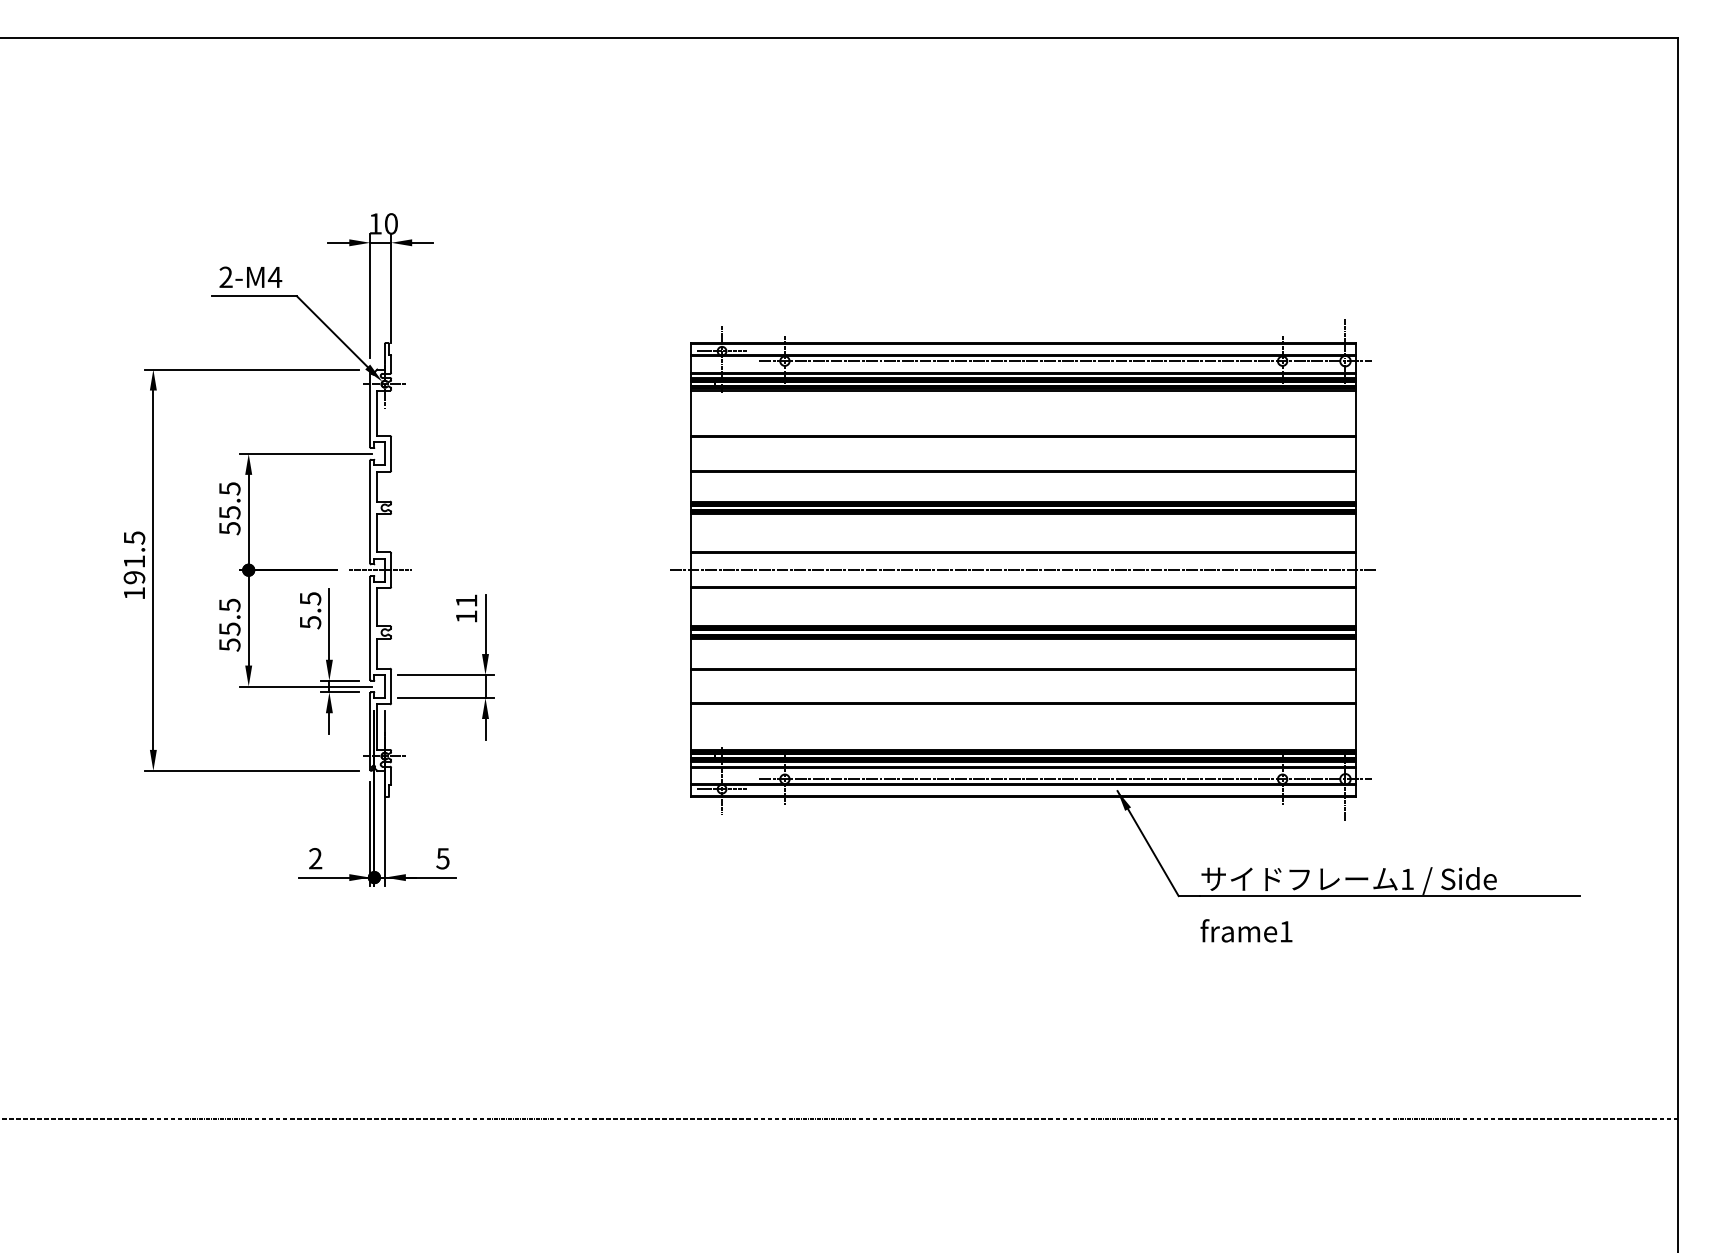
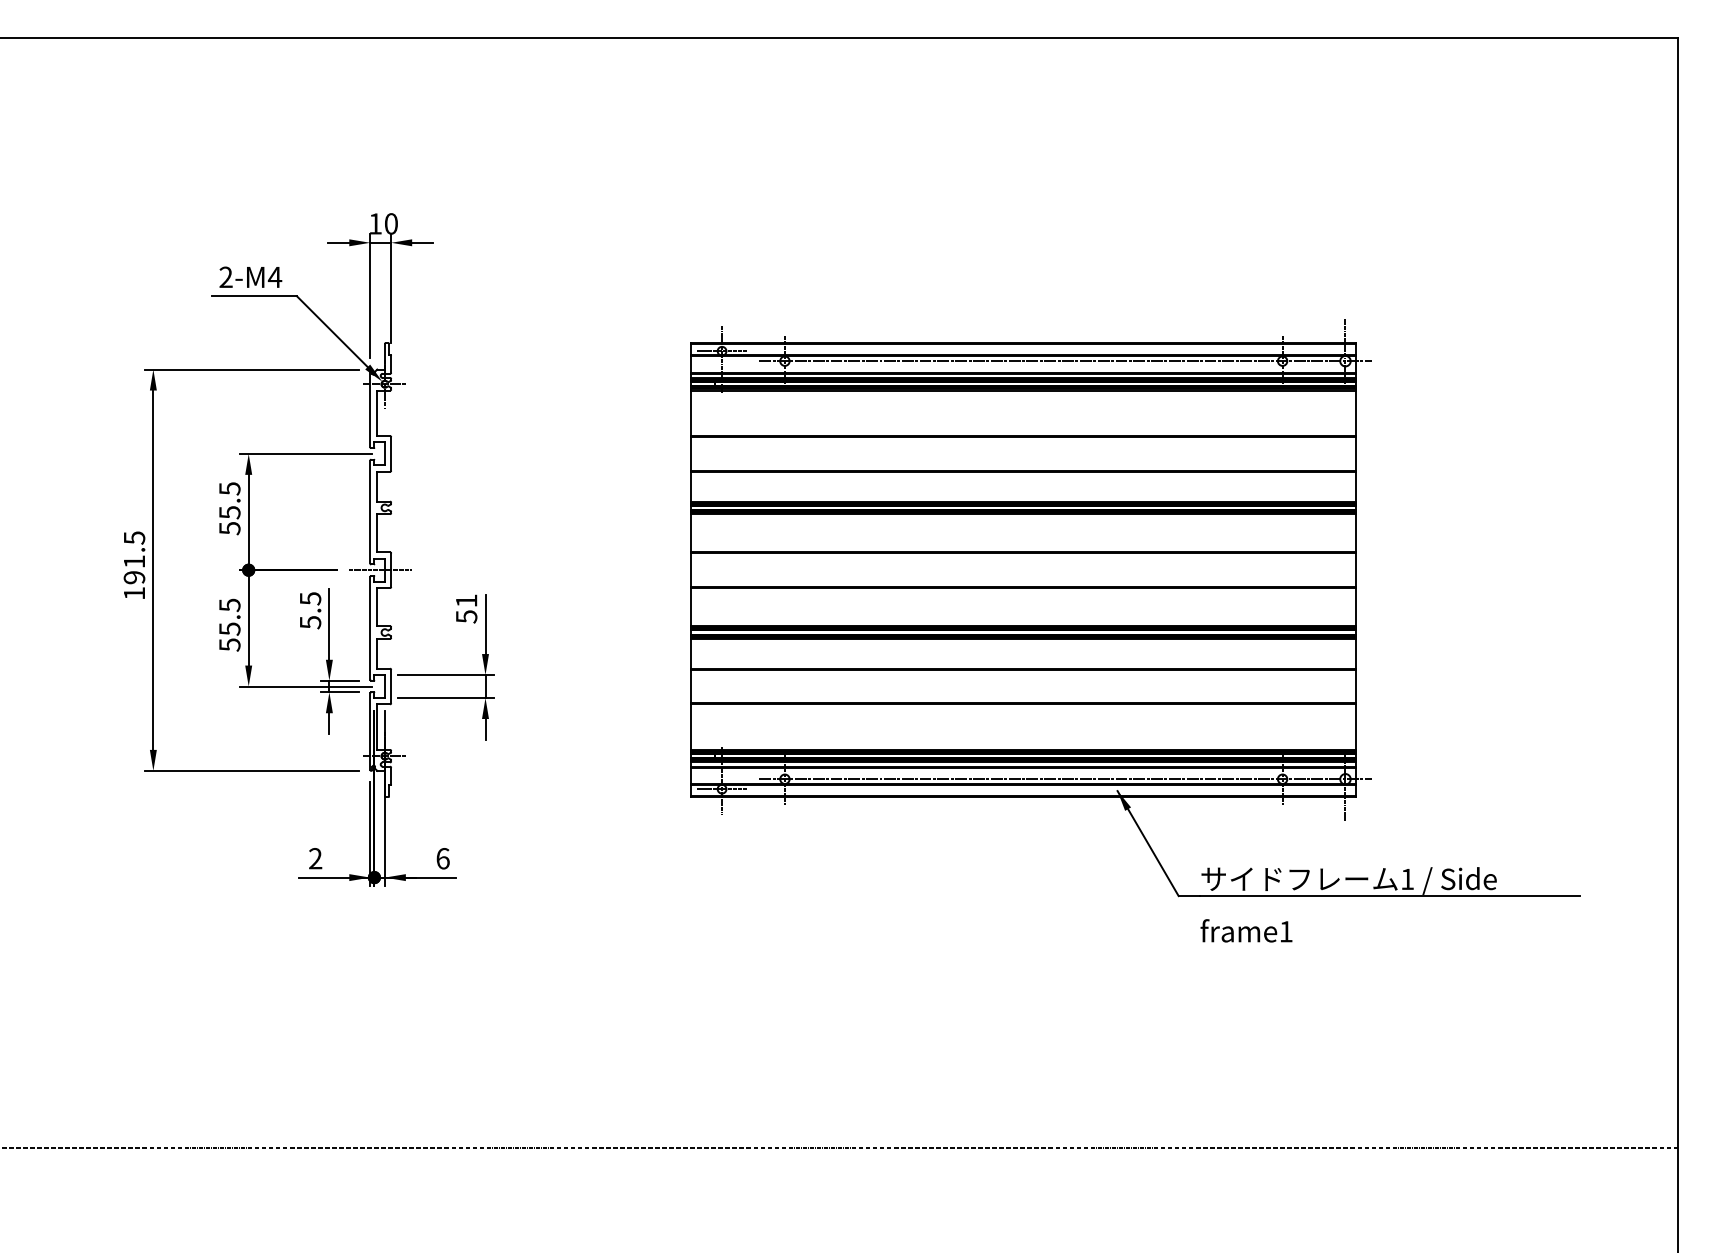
line at (1022, 570): present -> none
text at (466, 616): 11 -> 51
text at (442, 858): 5 -> 6
line at (840, 1118) position: (840, 1118) -> (840, 1147)
